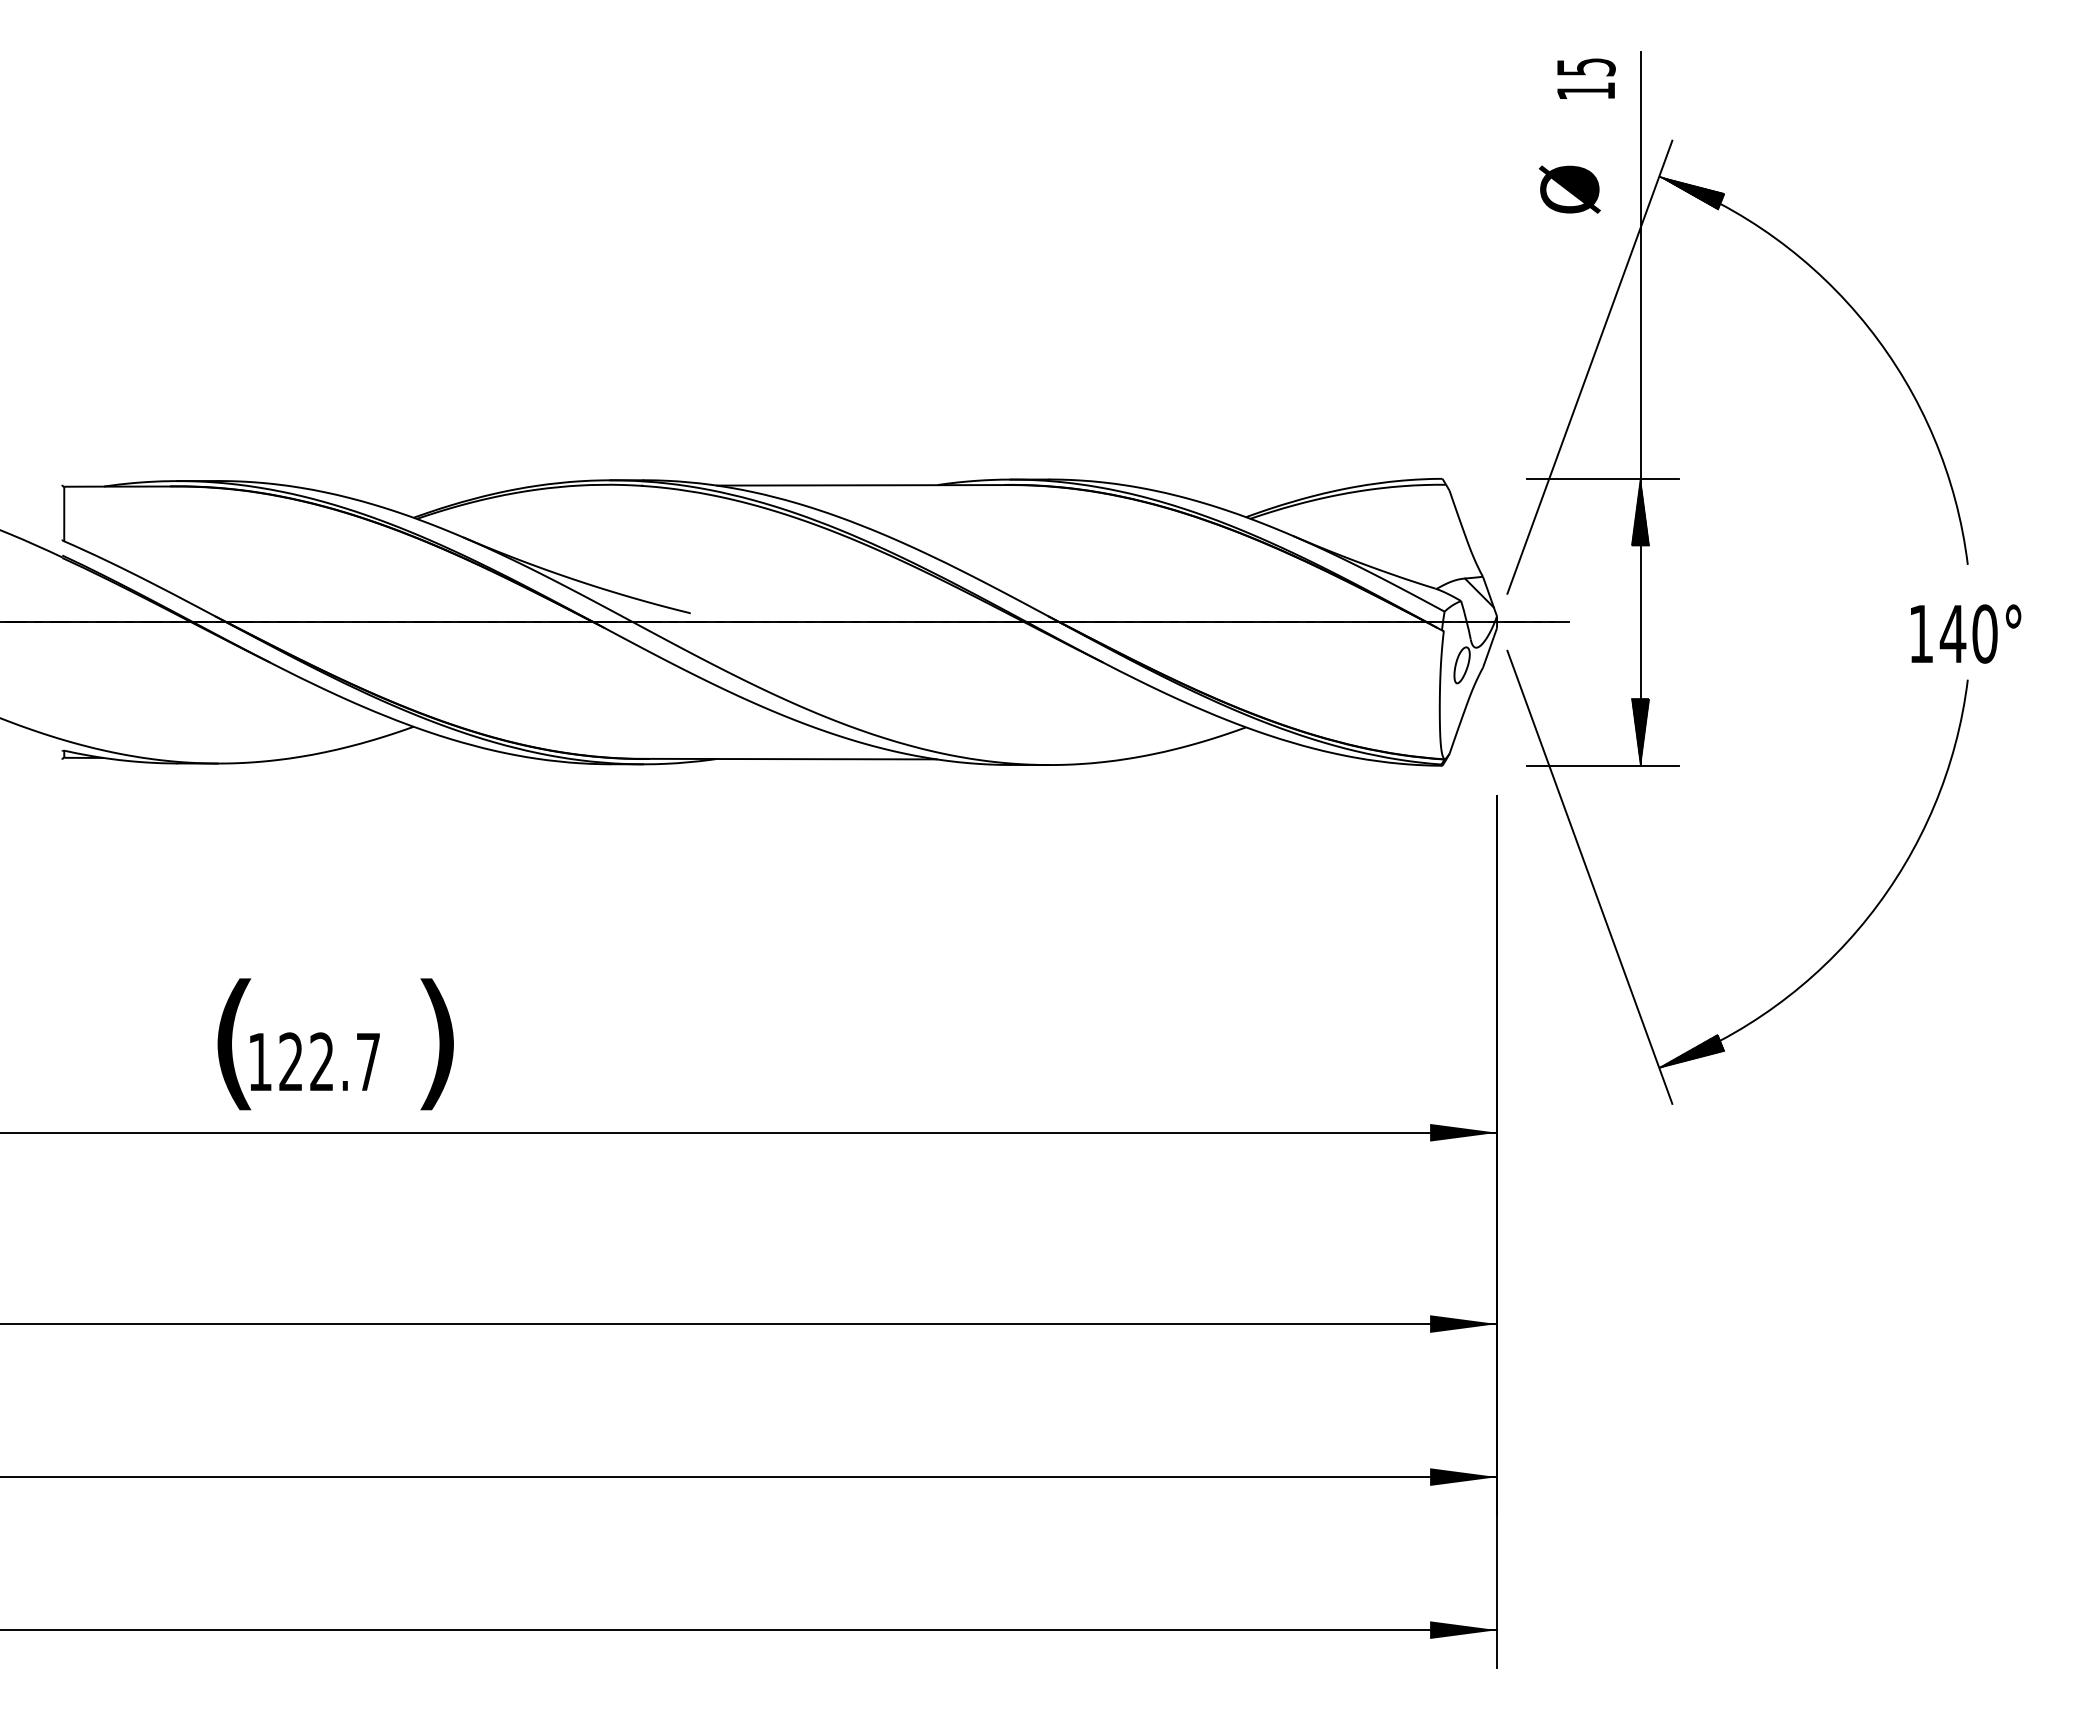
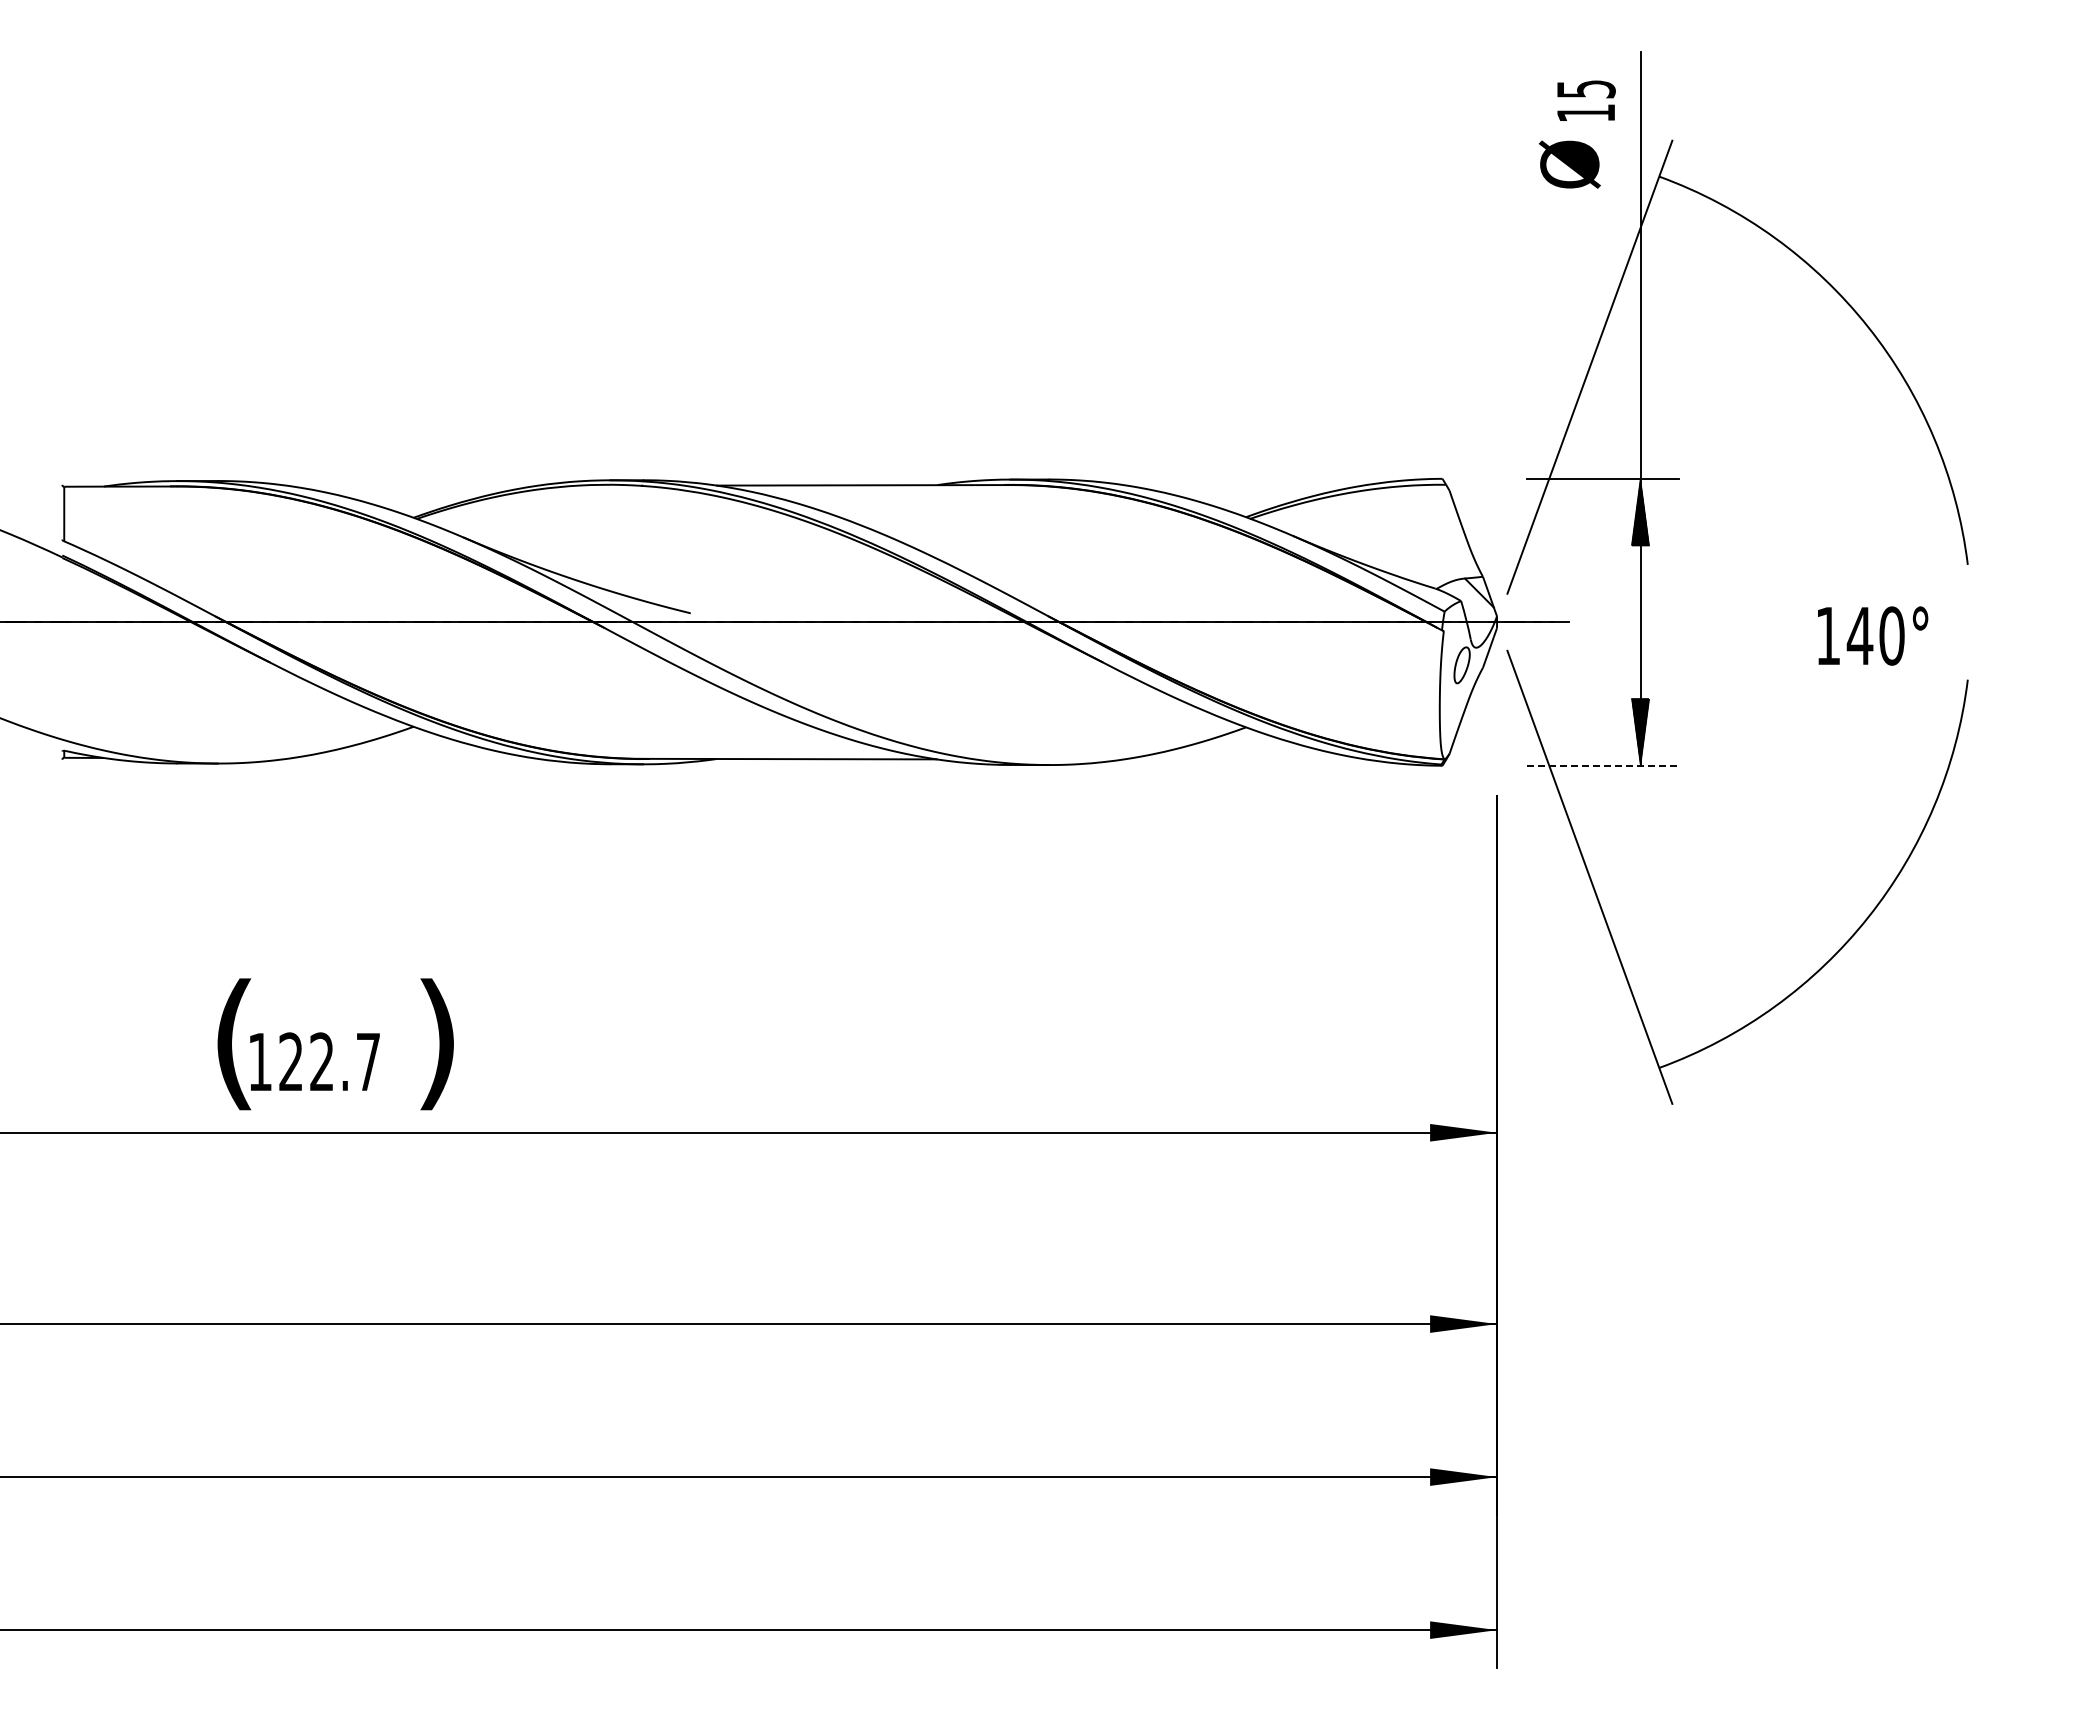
text at (1586, 78) position: (1586, 78) -> (1586, 100)
text at (1569, 189) position: (1569, 189) -> (1569, 164)
hatch at (1691, 192): present -> none
text at (1966, 633) position: (1966, 633) -> (1873, 635)
line at (1603, 765): solid -> dashed
hatch at (1691, 1050): present -> none
